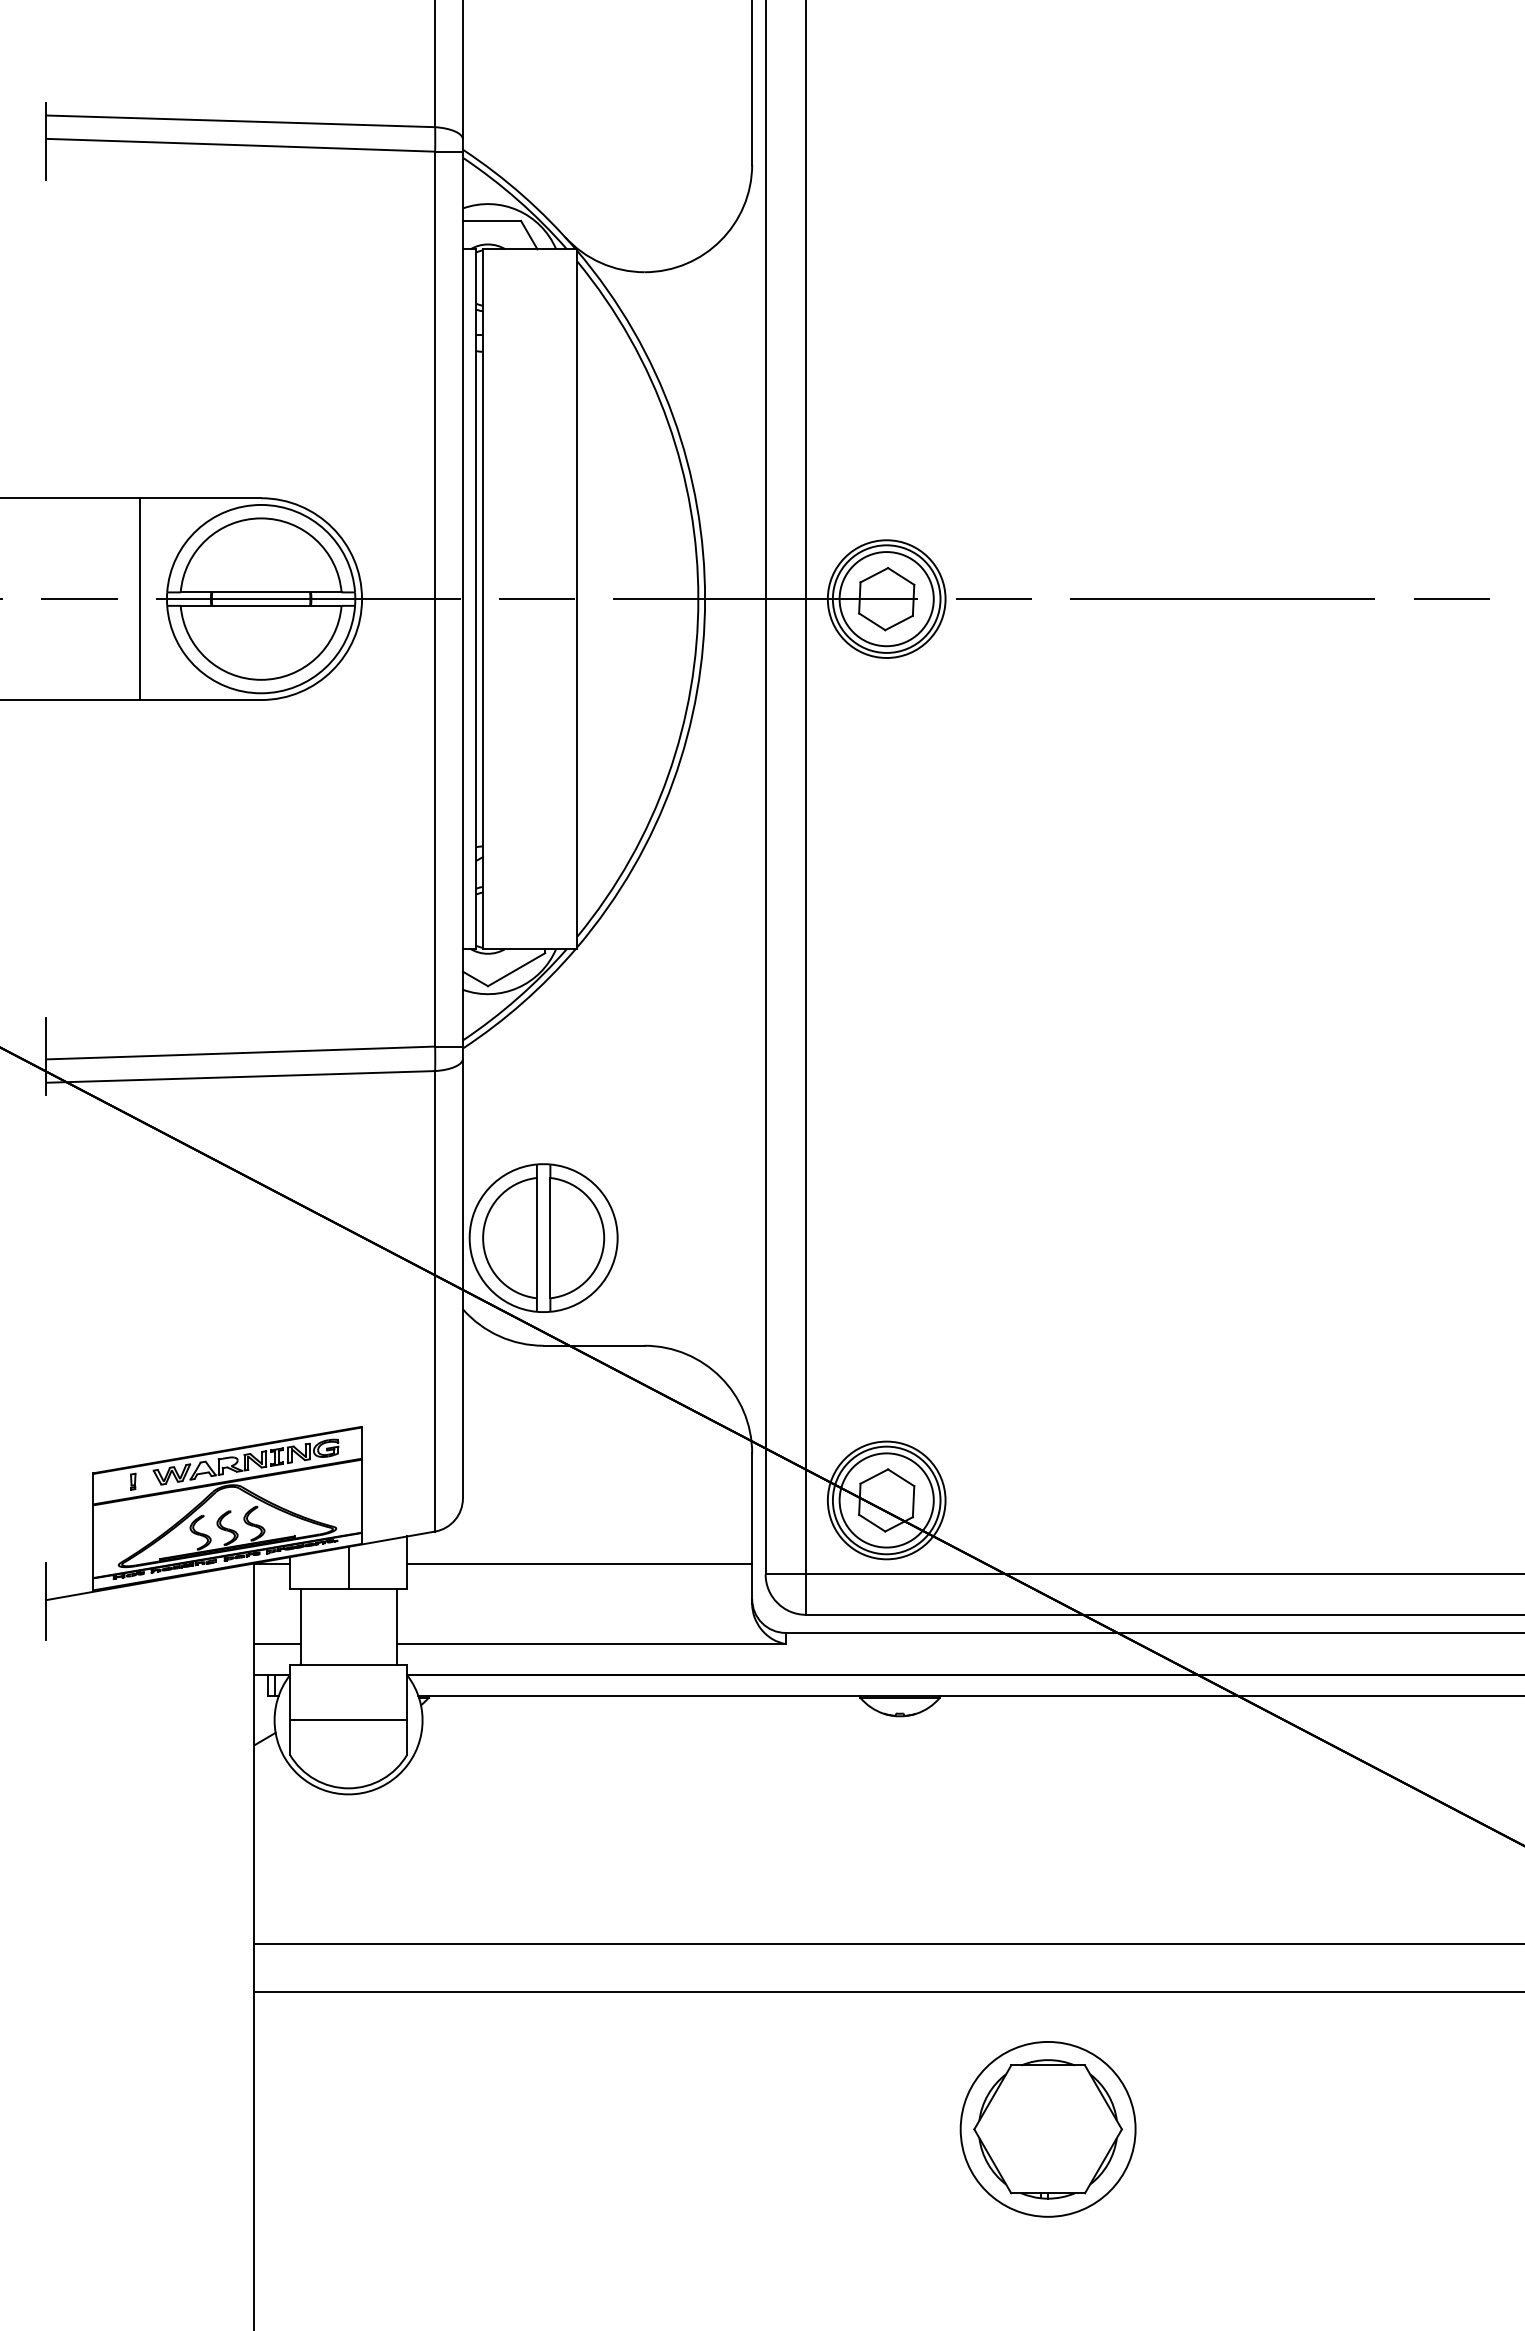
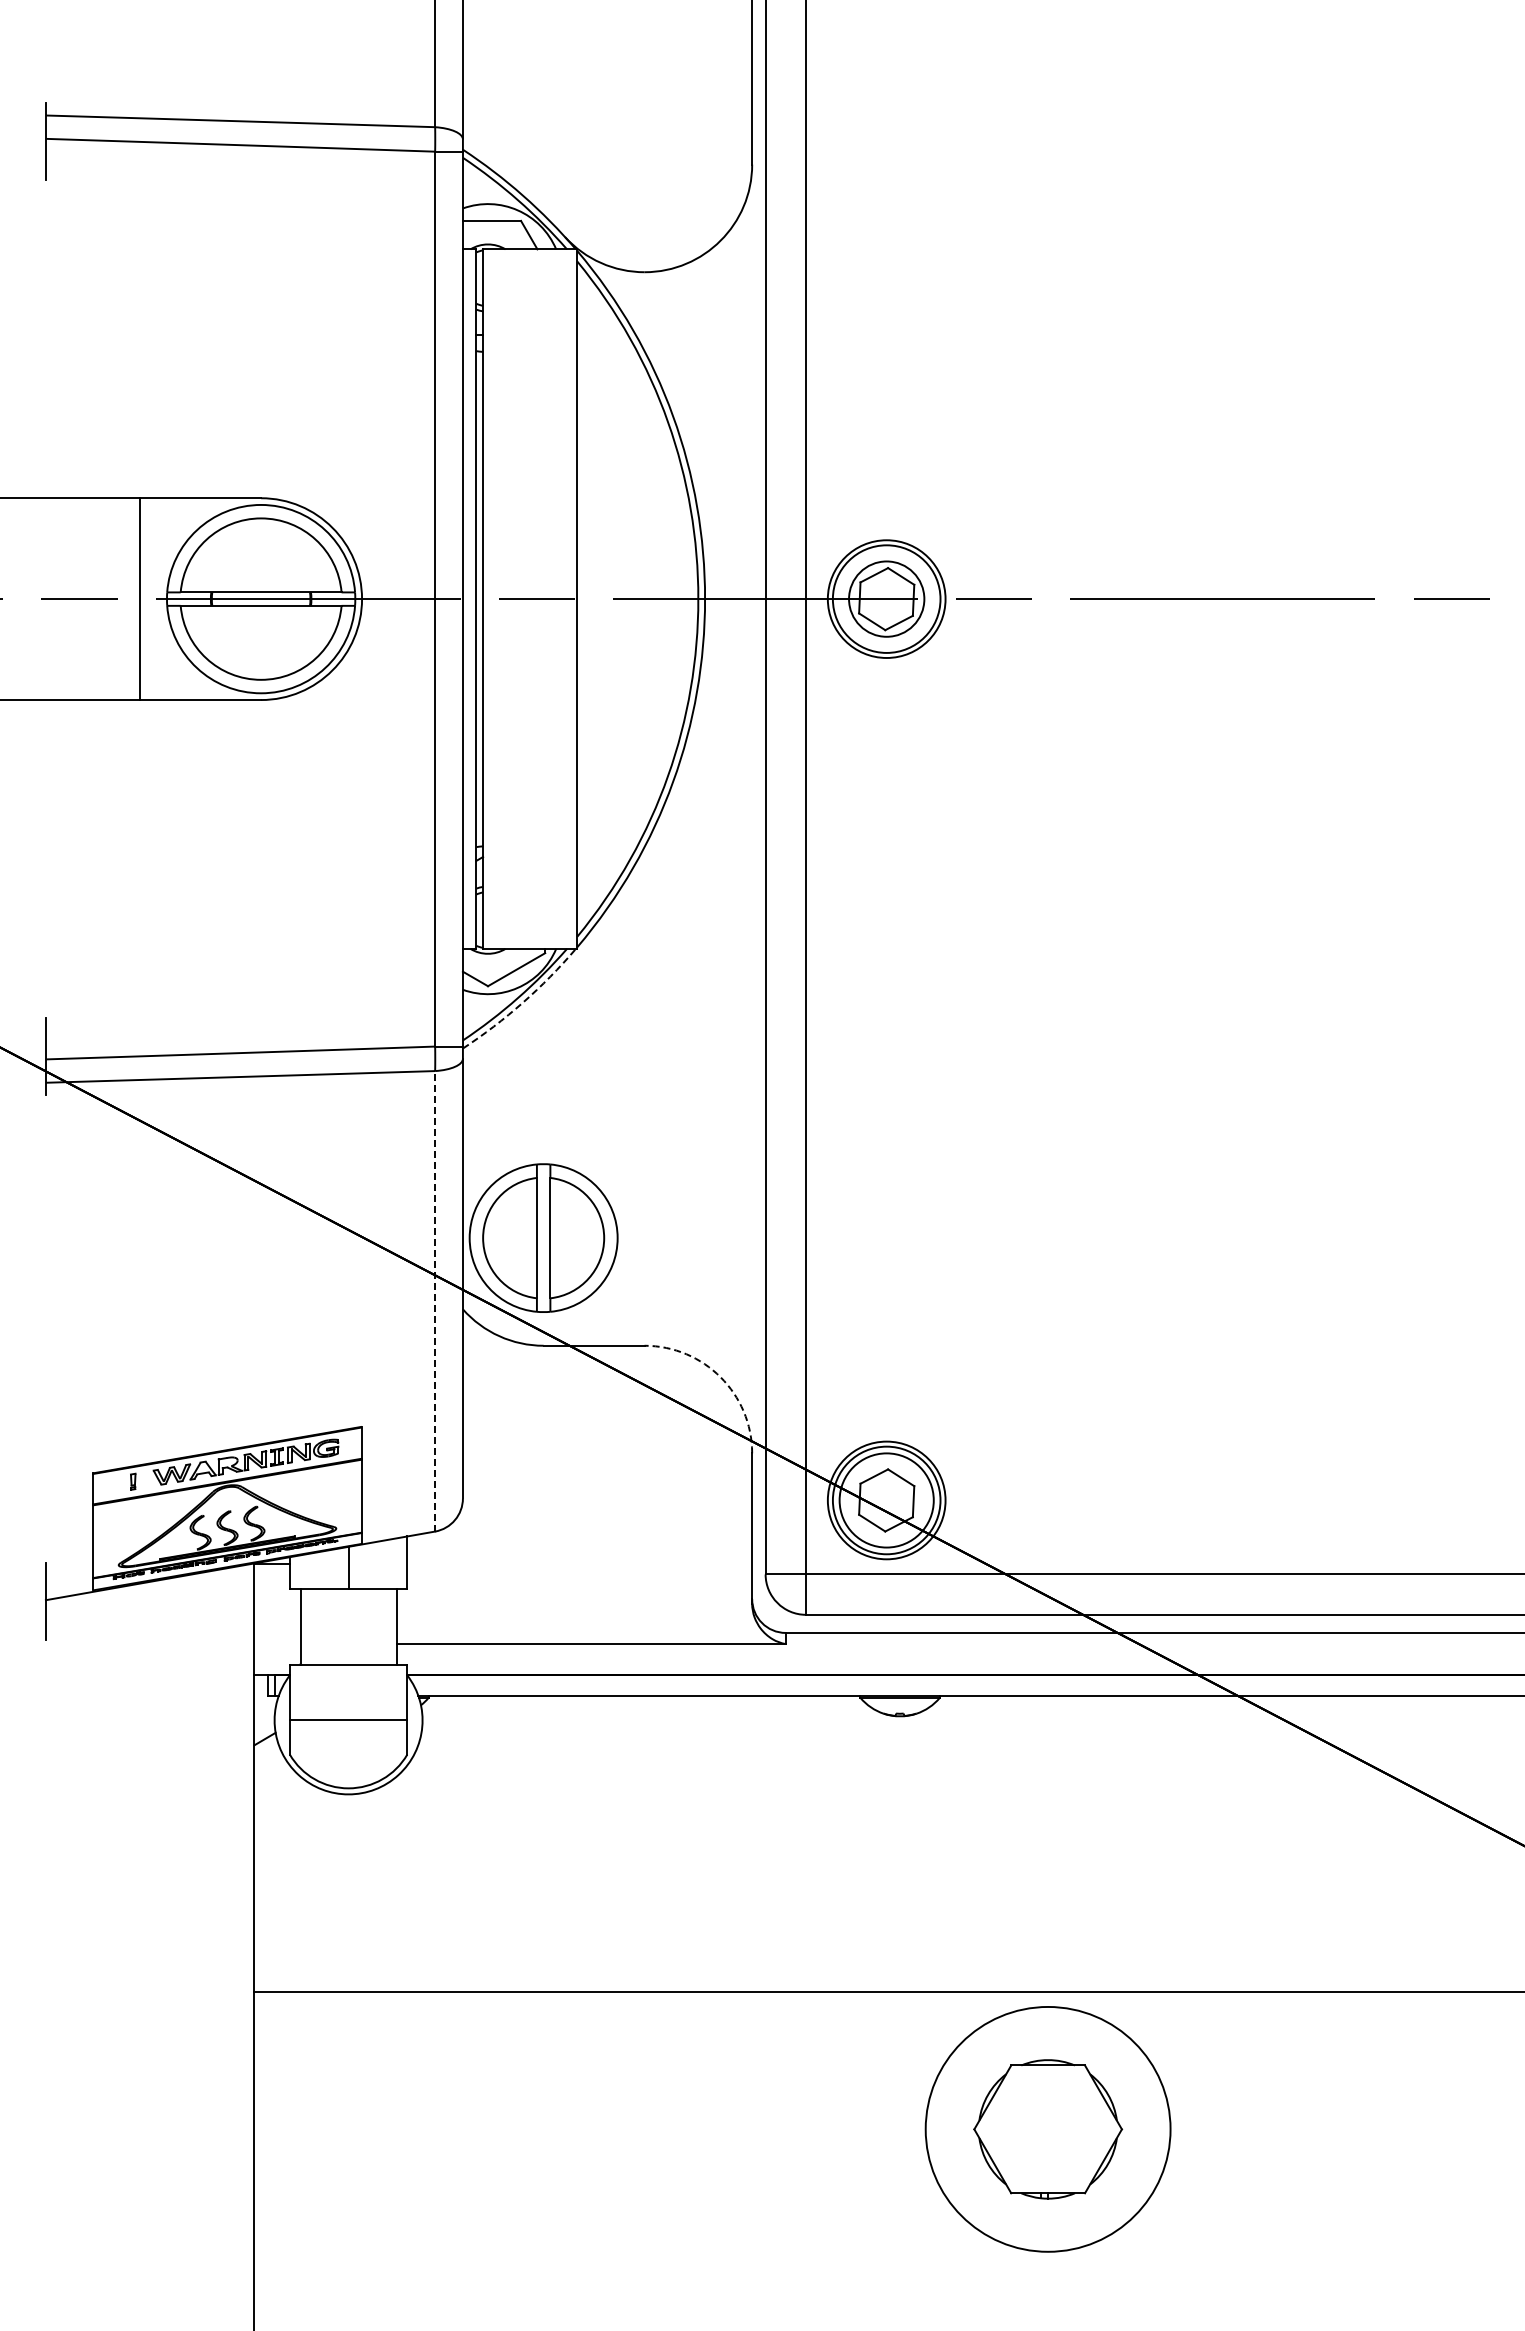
circle at (886, 599) diameter: 94 px -> 75 px
arc at (522, 1002): solid -> dashed
line at (435, 1300): solid -> dashed
arc at (720, 1377): solid -> dashed
line at (579, 1563): present -> none
line at (277, 1644): present -> none
line at (887, 1944): present -> none
circle at (1047, 2128) diameter: 175 px -> 245 px
